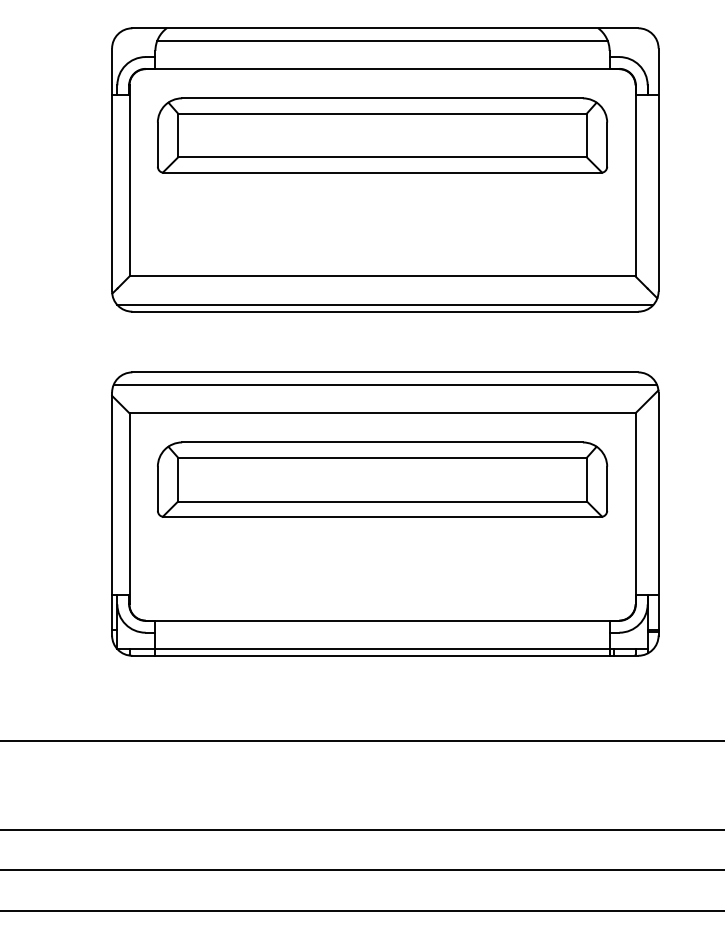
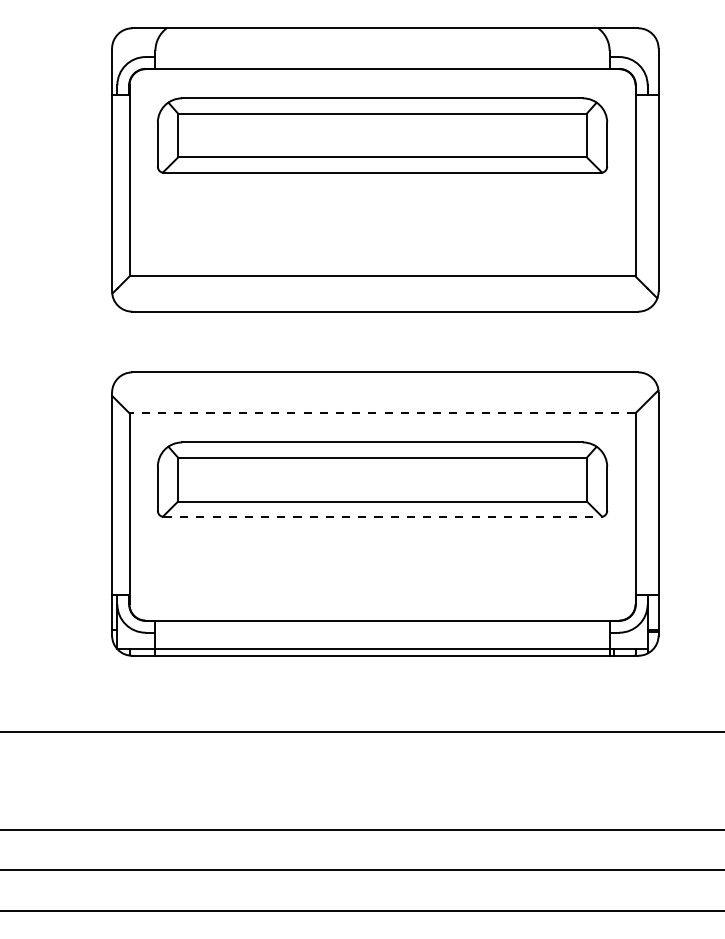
line at (382, 40): present -> none
line at (385, 304): present -> none
line at (385, 384): present -> none
line at (382, 413): solid -> dashed
line at (382, 516): solid -> dashed
line at (361, 740) position: (361, 740) -> (361, 731)
